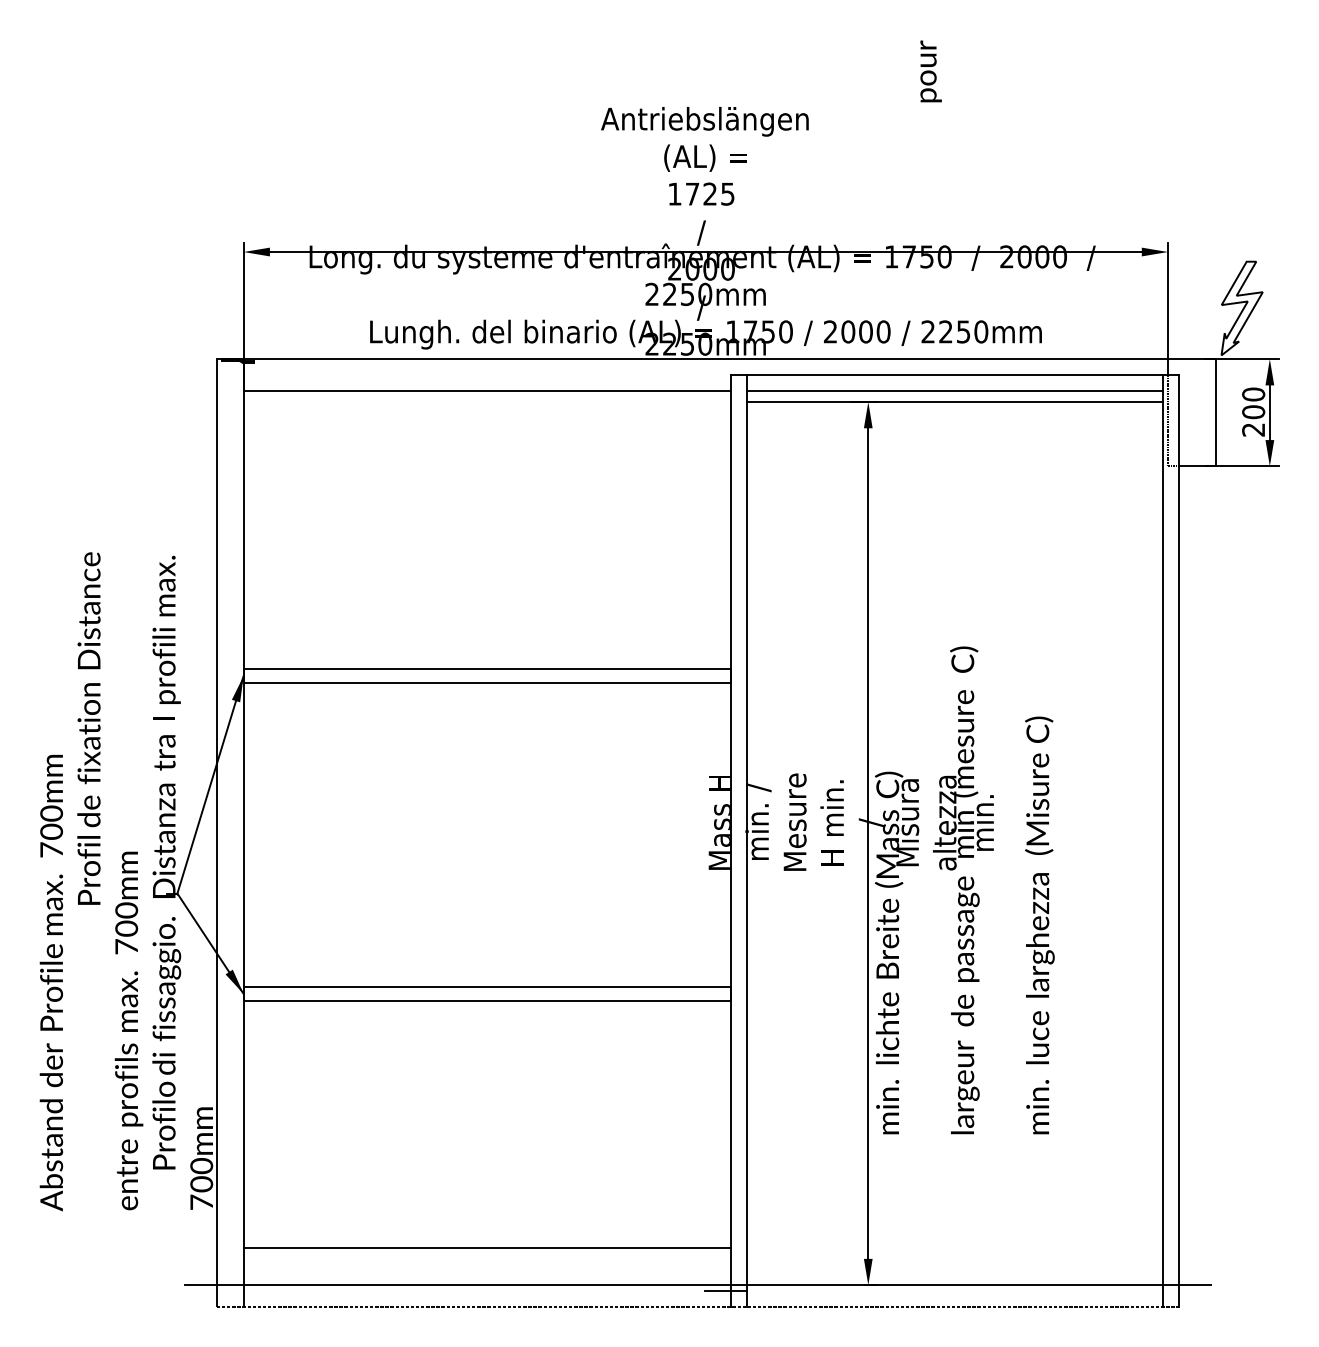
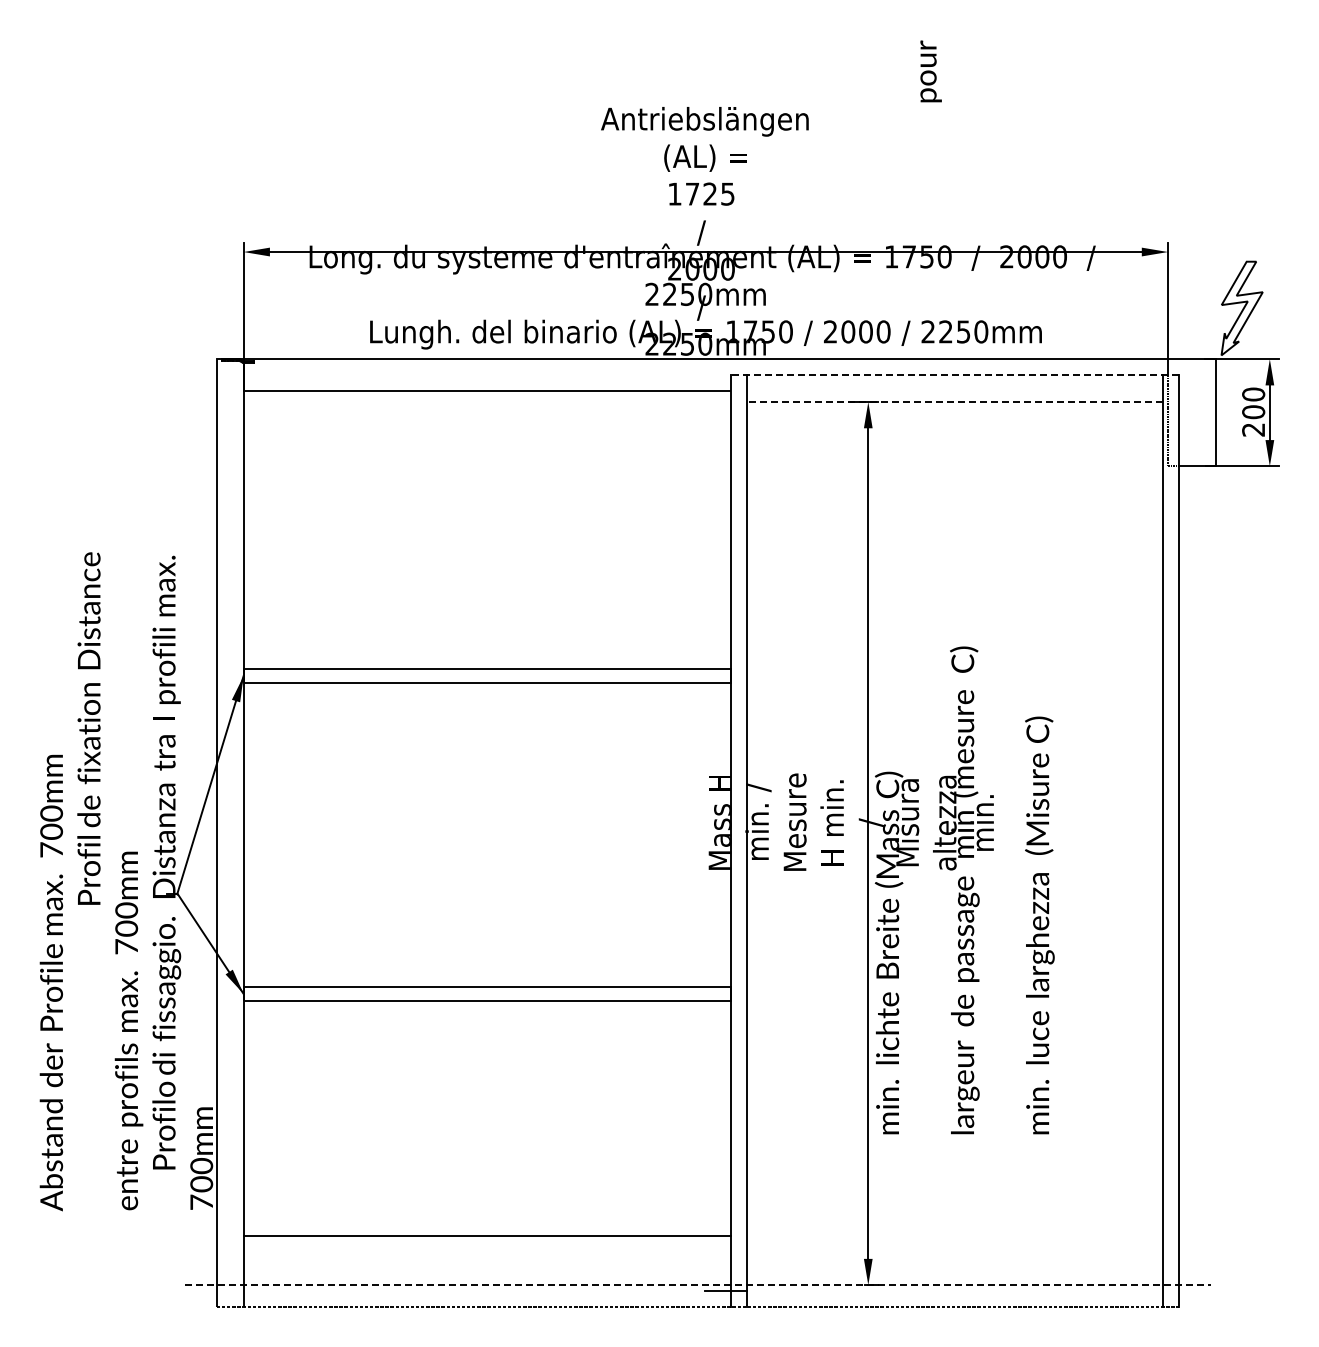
line at (955, 375): solid -> dashed
line at (954, 391): present -> none
line at (955, 402): solid -> dashed
line at (487, 1247) position: (487, 1247) -> (487, 1235)
line at (698, 1285): solid -> dashed
